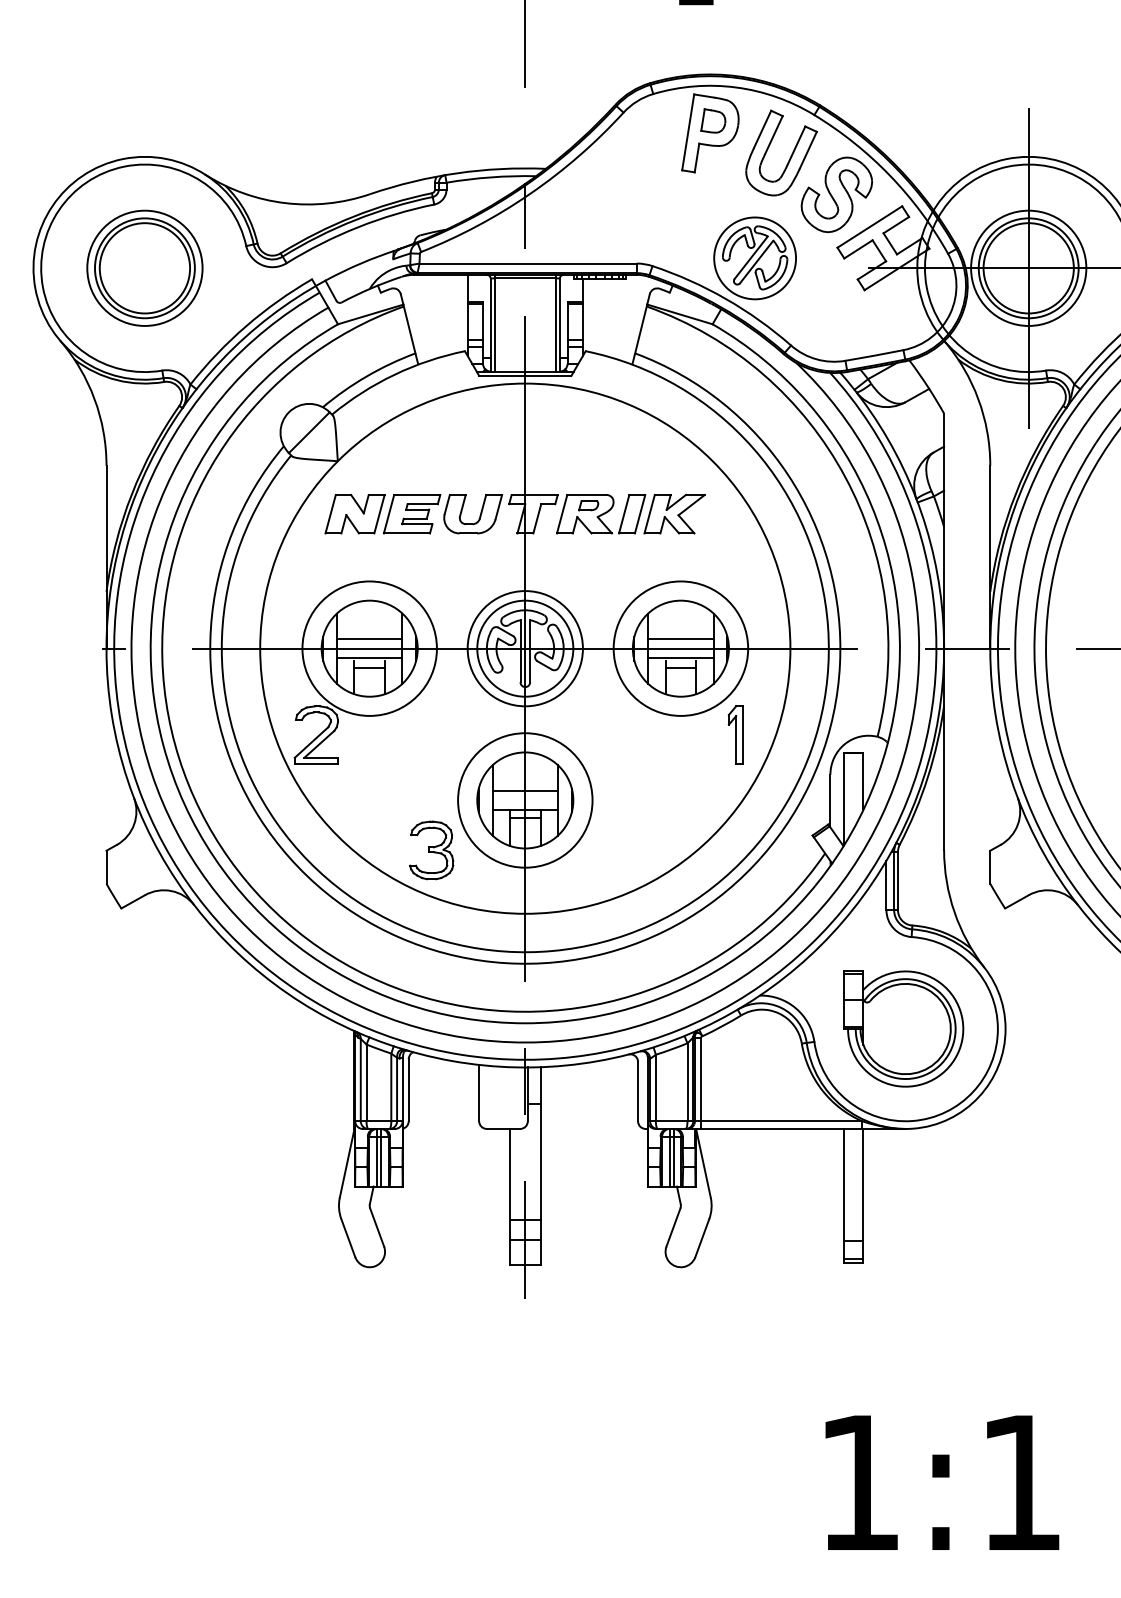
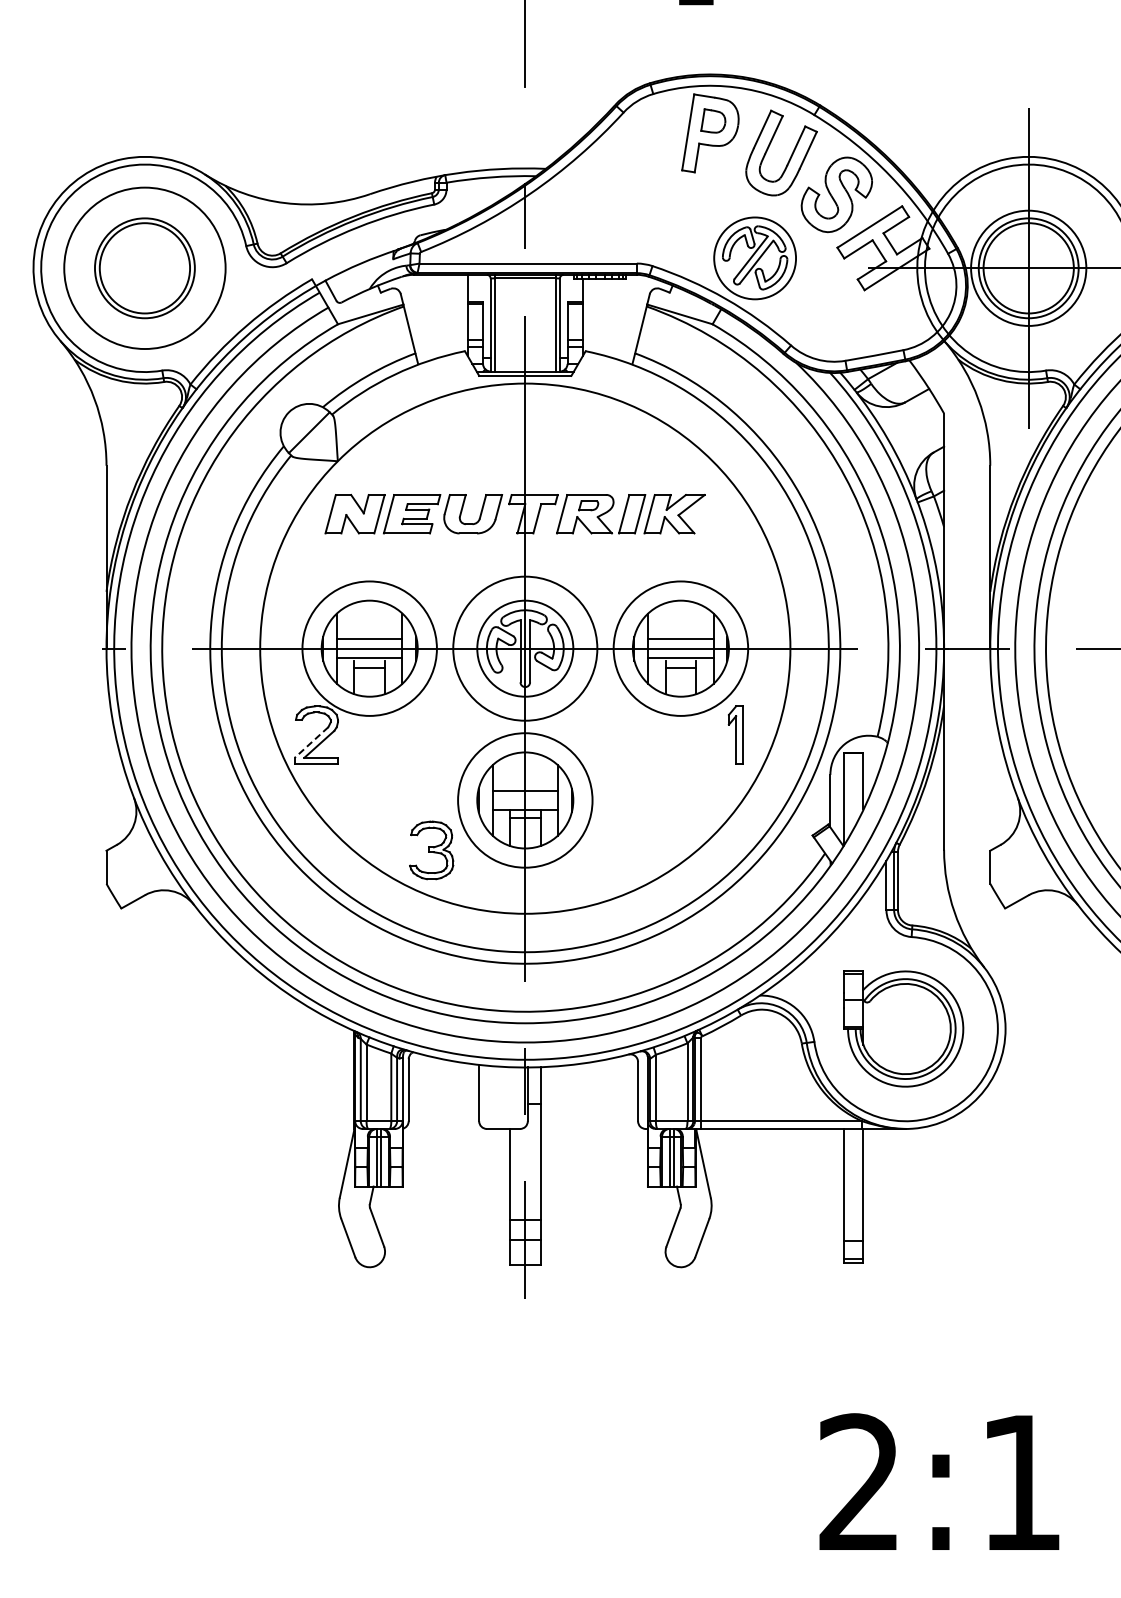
circle at (144, 267) diameter: 115 px -> 161 px
circle at (524, 648) diameter: 115 px -> 144 px
line at (311, 742): solid -> dashed
text at (858, 1481): 1:1 -> 2:1
